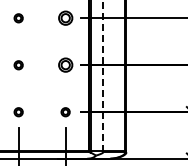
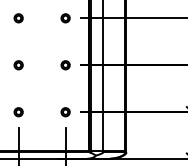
part at (65, 17) size: 16x16 px -> 11x11 px
part at (65, 64) size: 16x16 px -> 11x11 px
line at (103, 76): dashed -> solid
